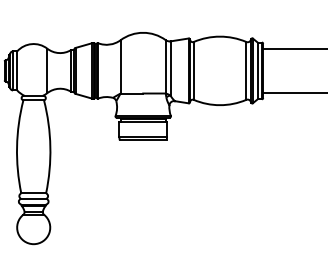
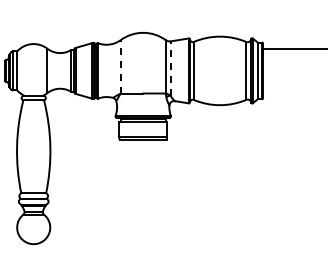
line at (120, 66): solid -> dashed
line at (170, 68): solid -> dashed
line at (293, 93): present -> none
